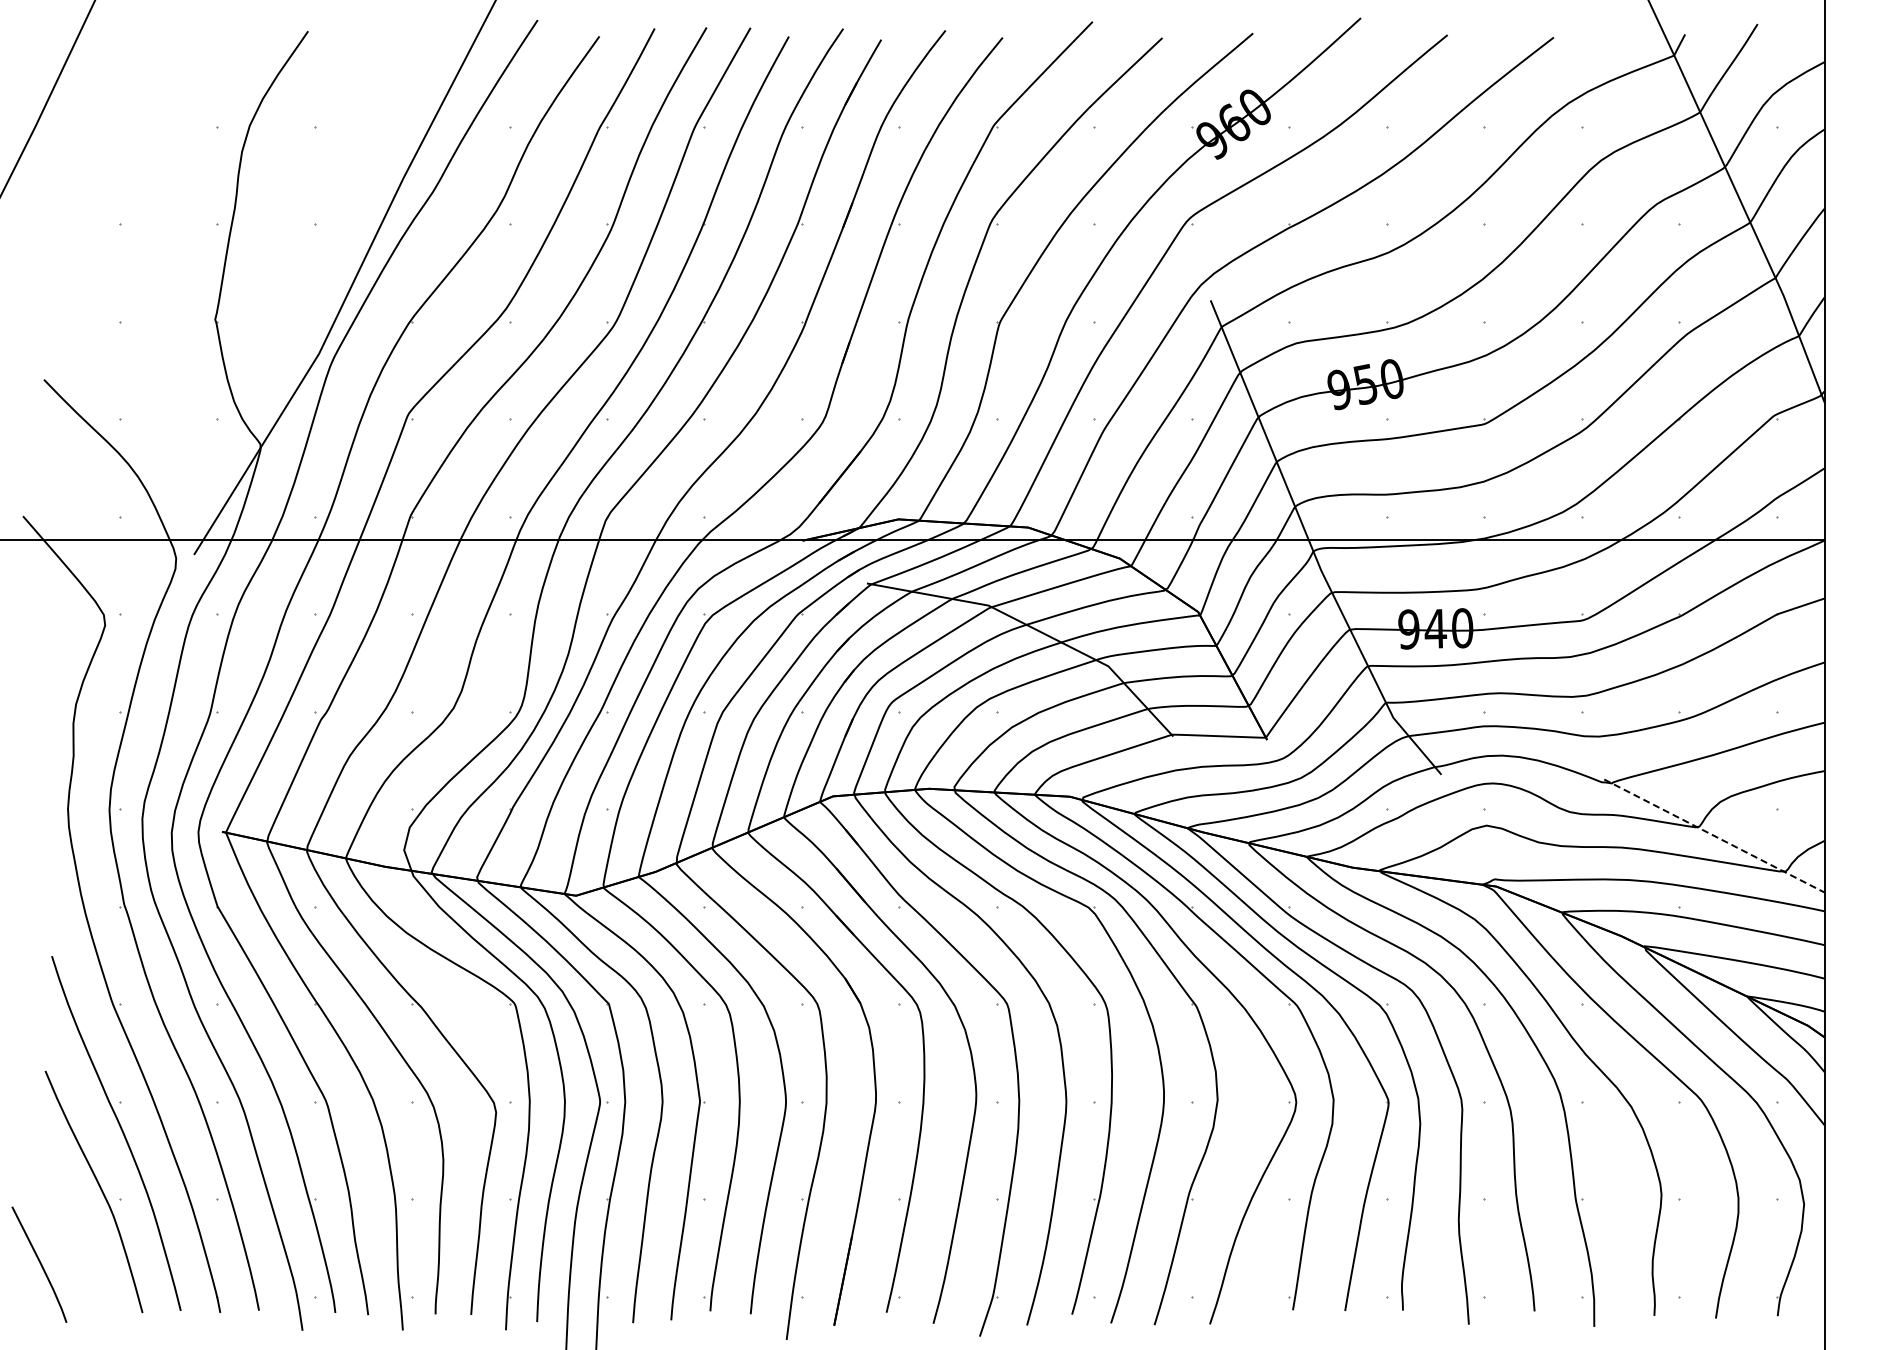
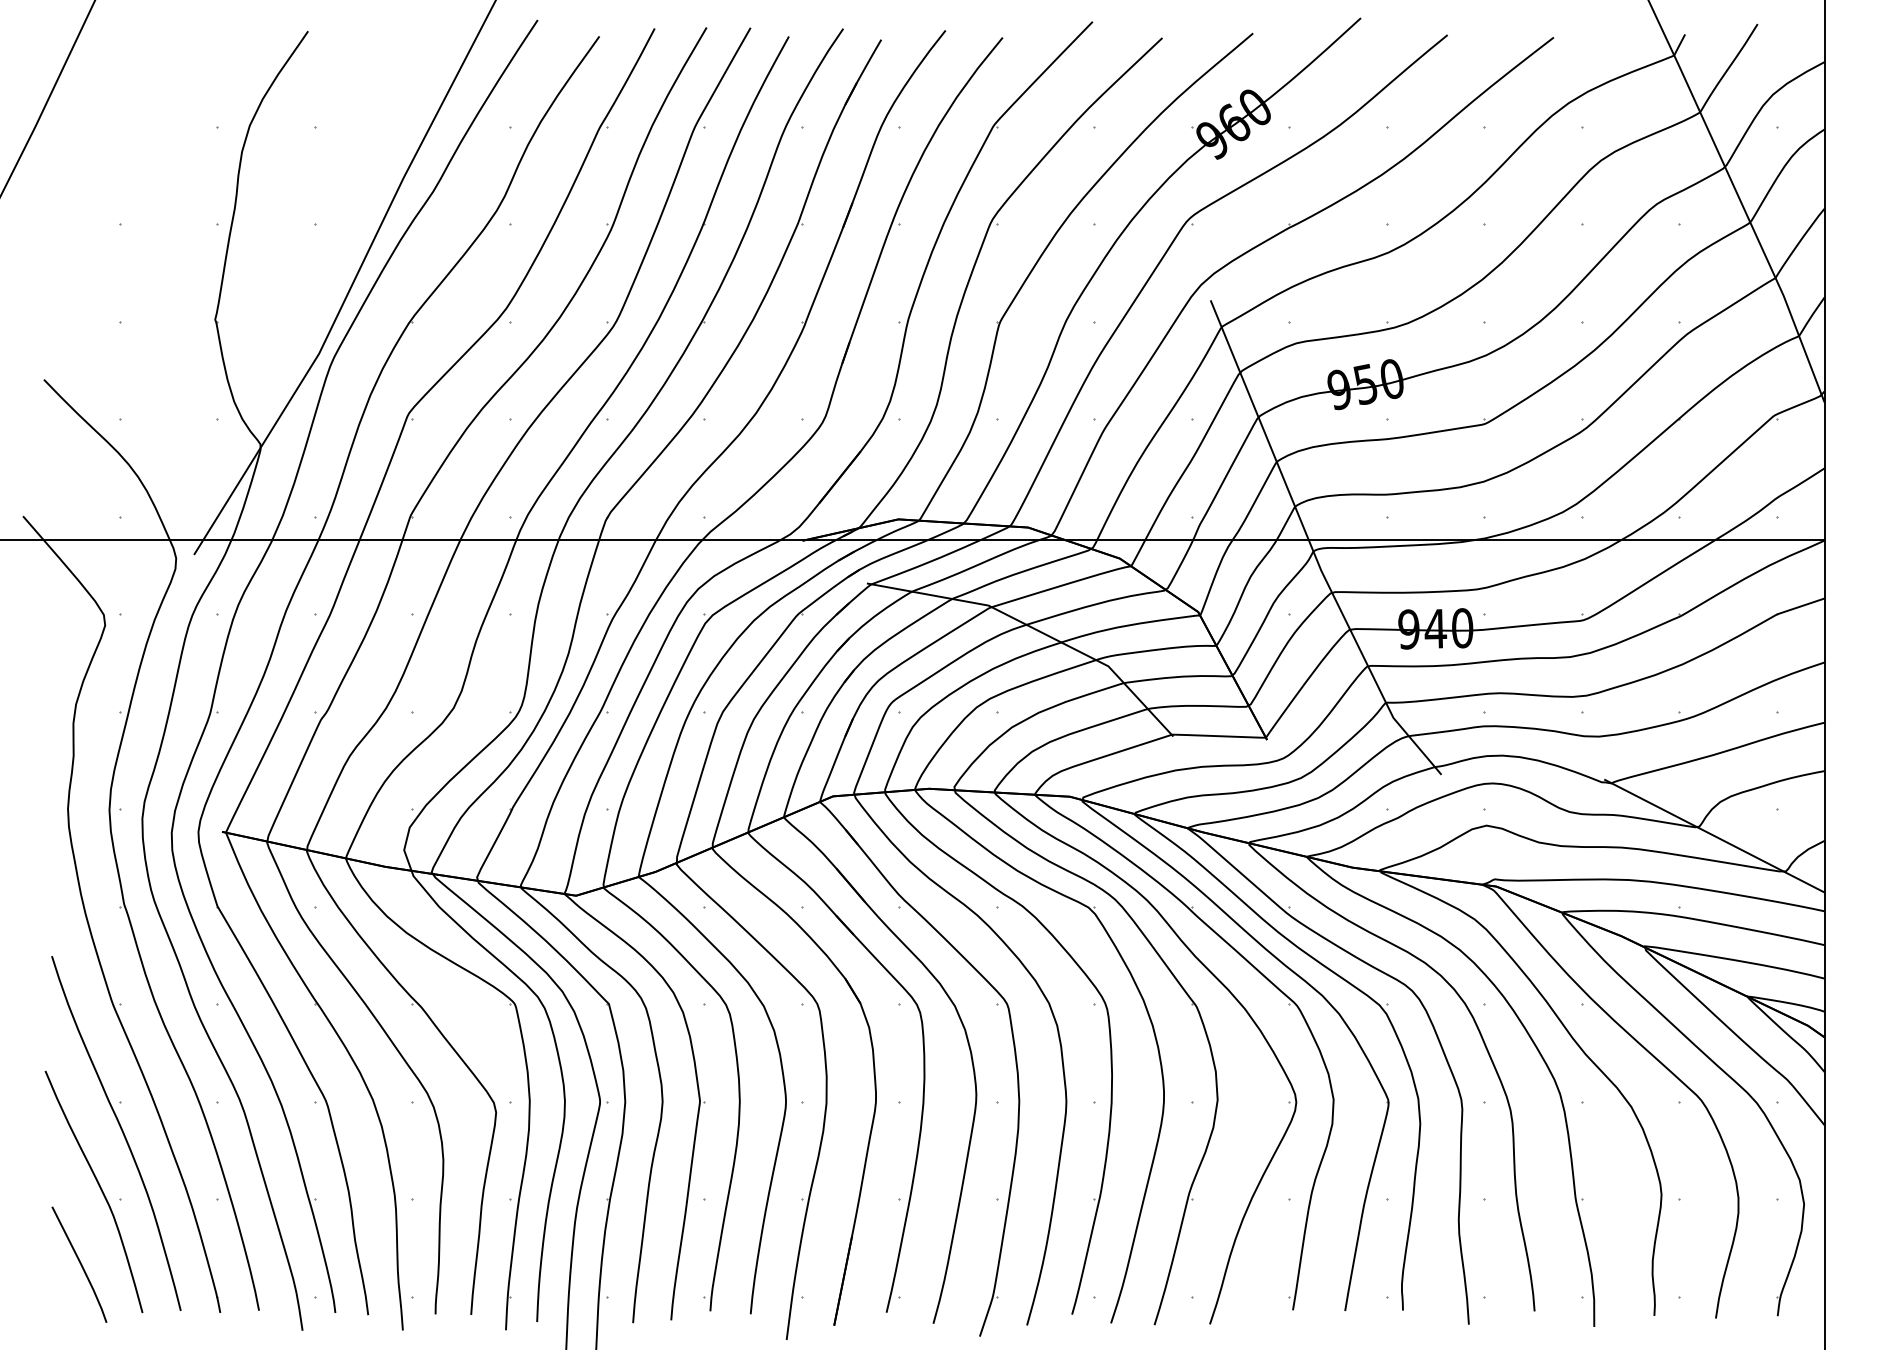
line at (1714, 835): dashed -> solid
line at (39, 1263) position: (39, 1263) -> (79, 1263)
